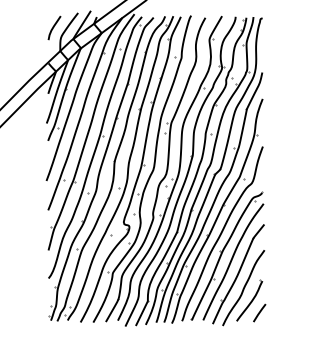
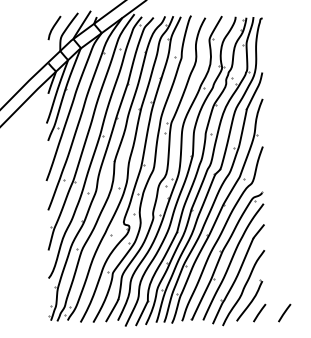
line at (284, 312): none -> present
